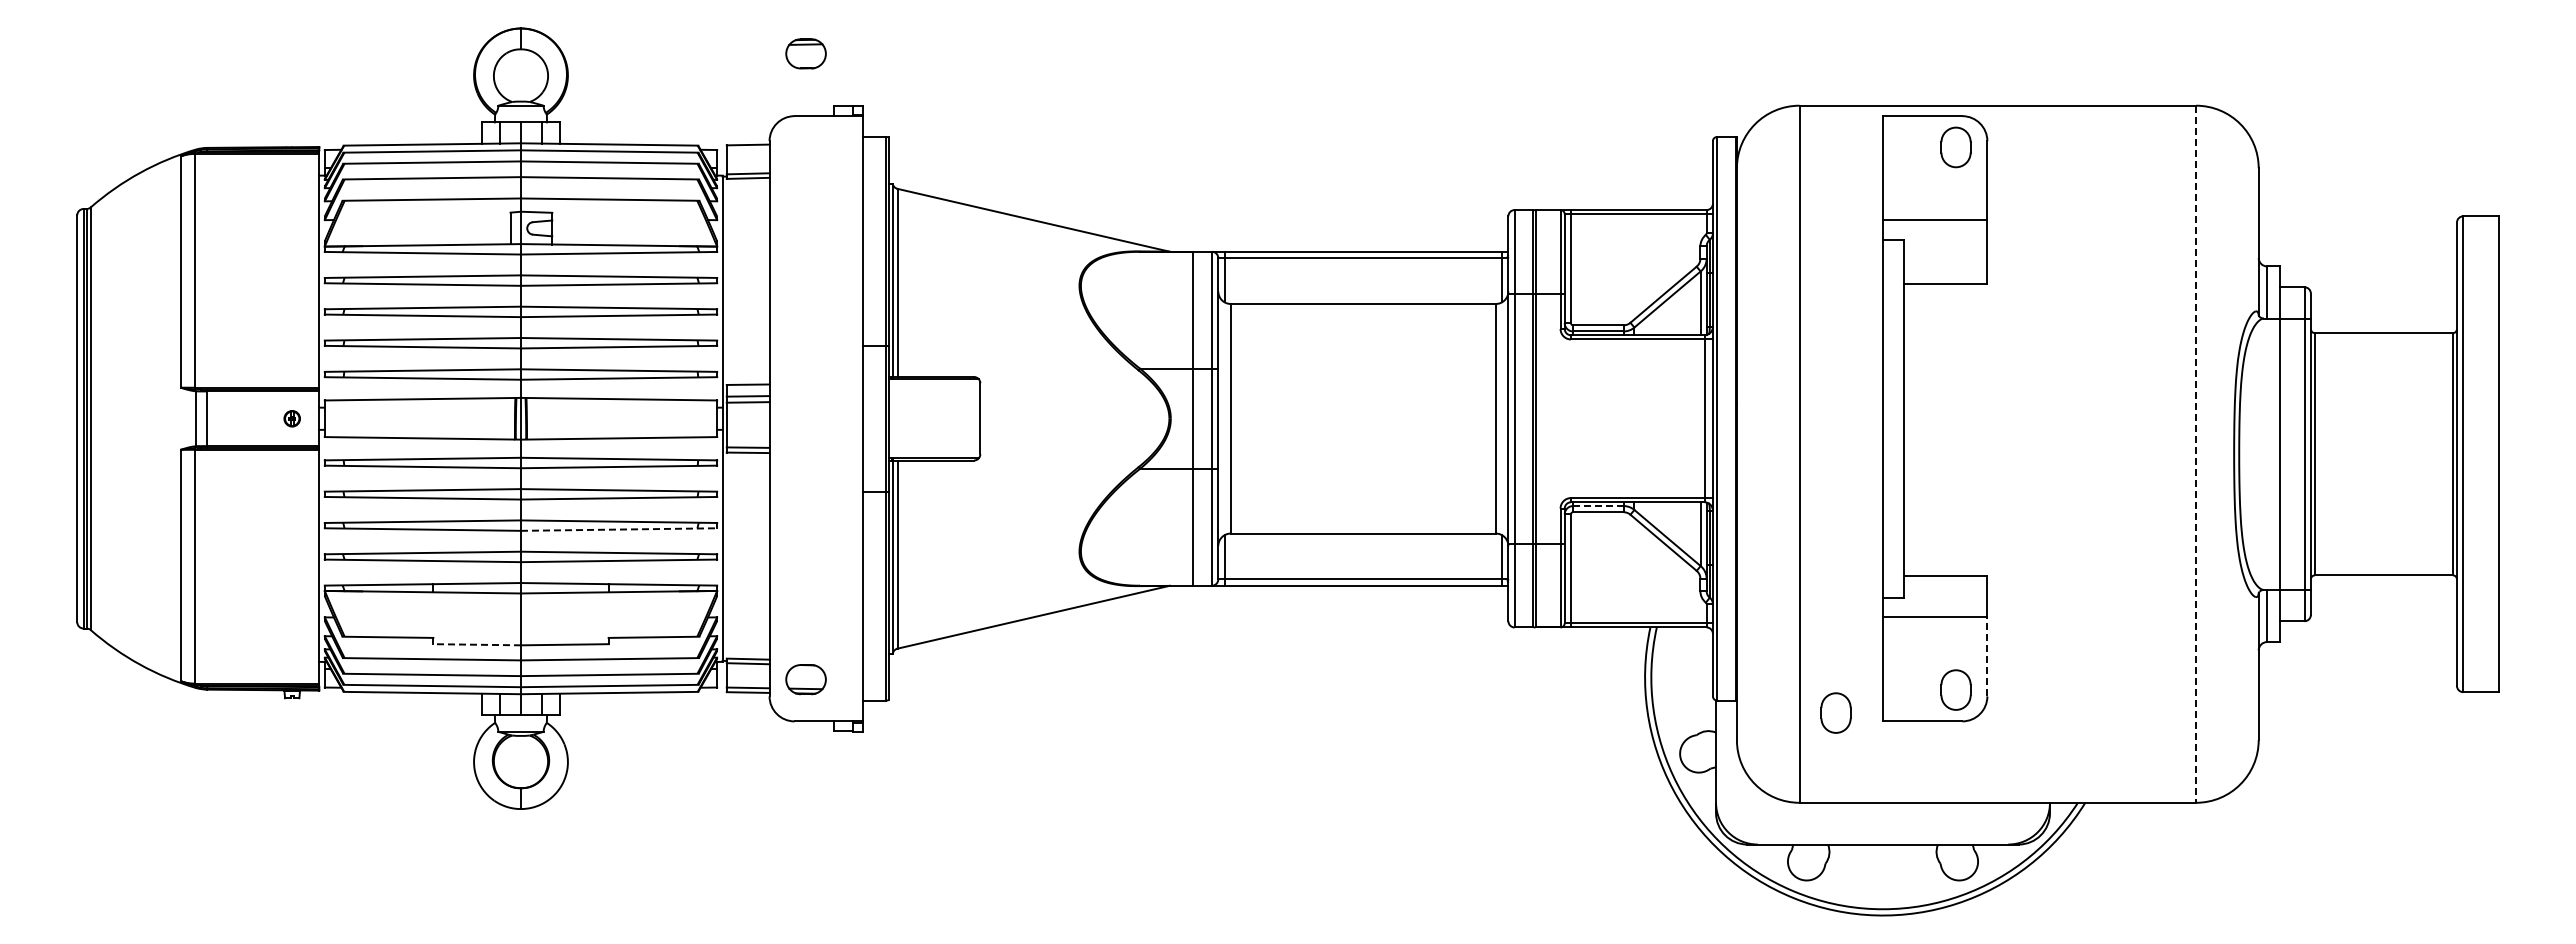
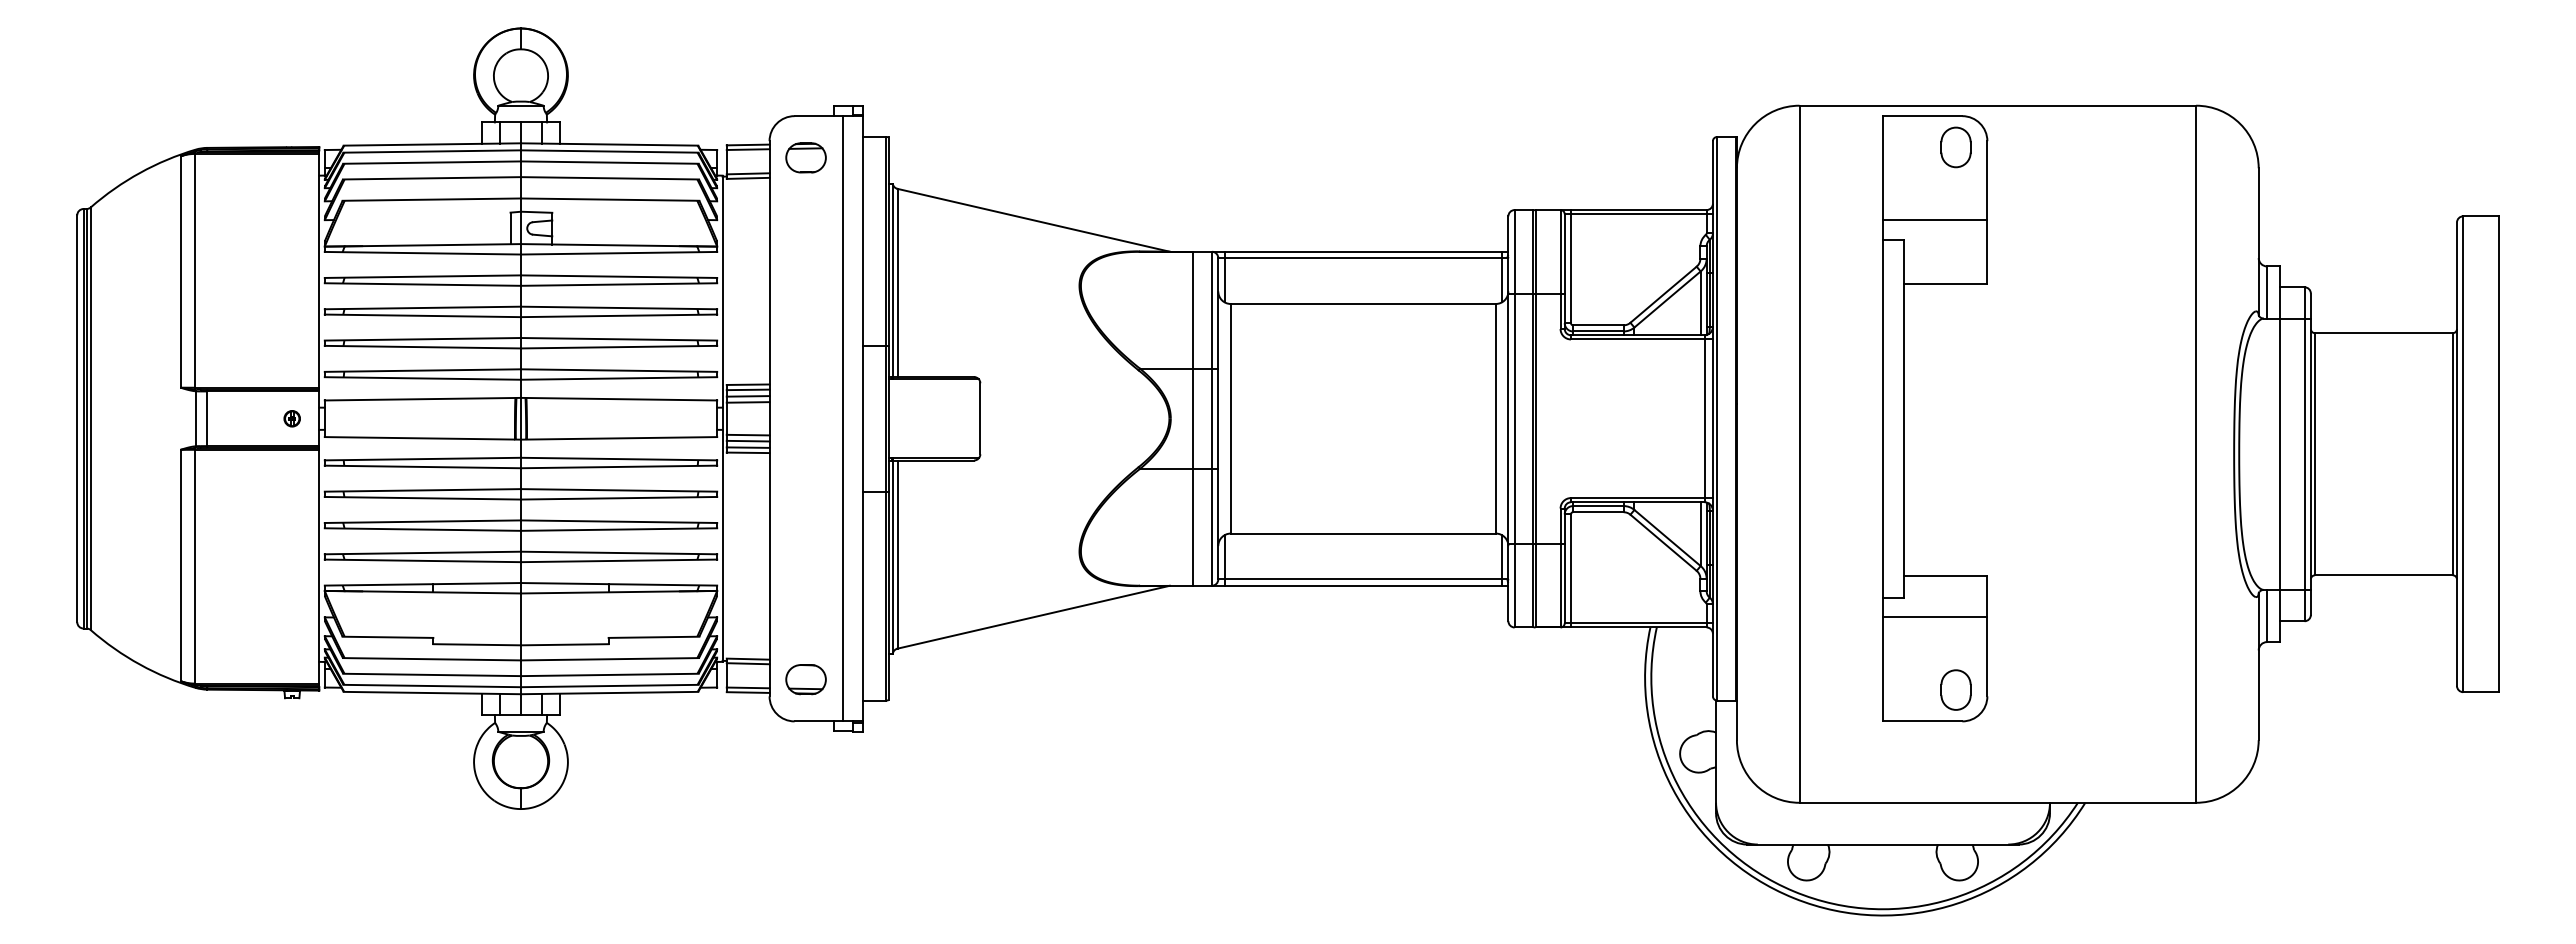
part at (805, 53) position: (805, 53) -> (805, 157)
line at (747, 149): none -> present
line at (747, 389): none -> present
line at (842, 418): none -> present
line at (747, 434): none -> present
line at (747, 440): none -> present
line at (2196, 454): dashed -> solid
line at (1597, 506): dashed -> solid
line at (619, 529): dashed -> solid
line at (477, 644): dashed -> solid
line at (1987, 656): dashed -> solid
part at (1835, 712): present -> none
